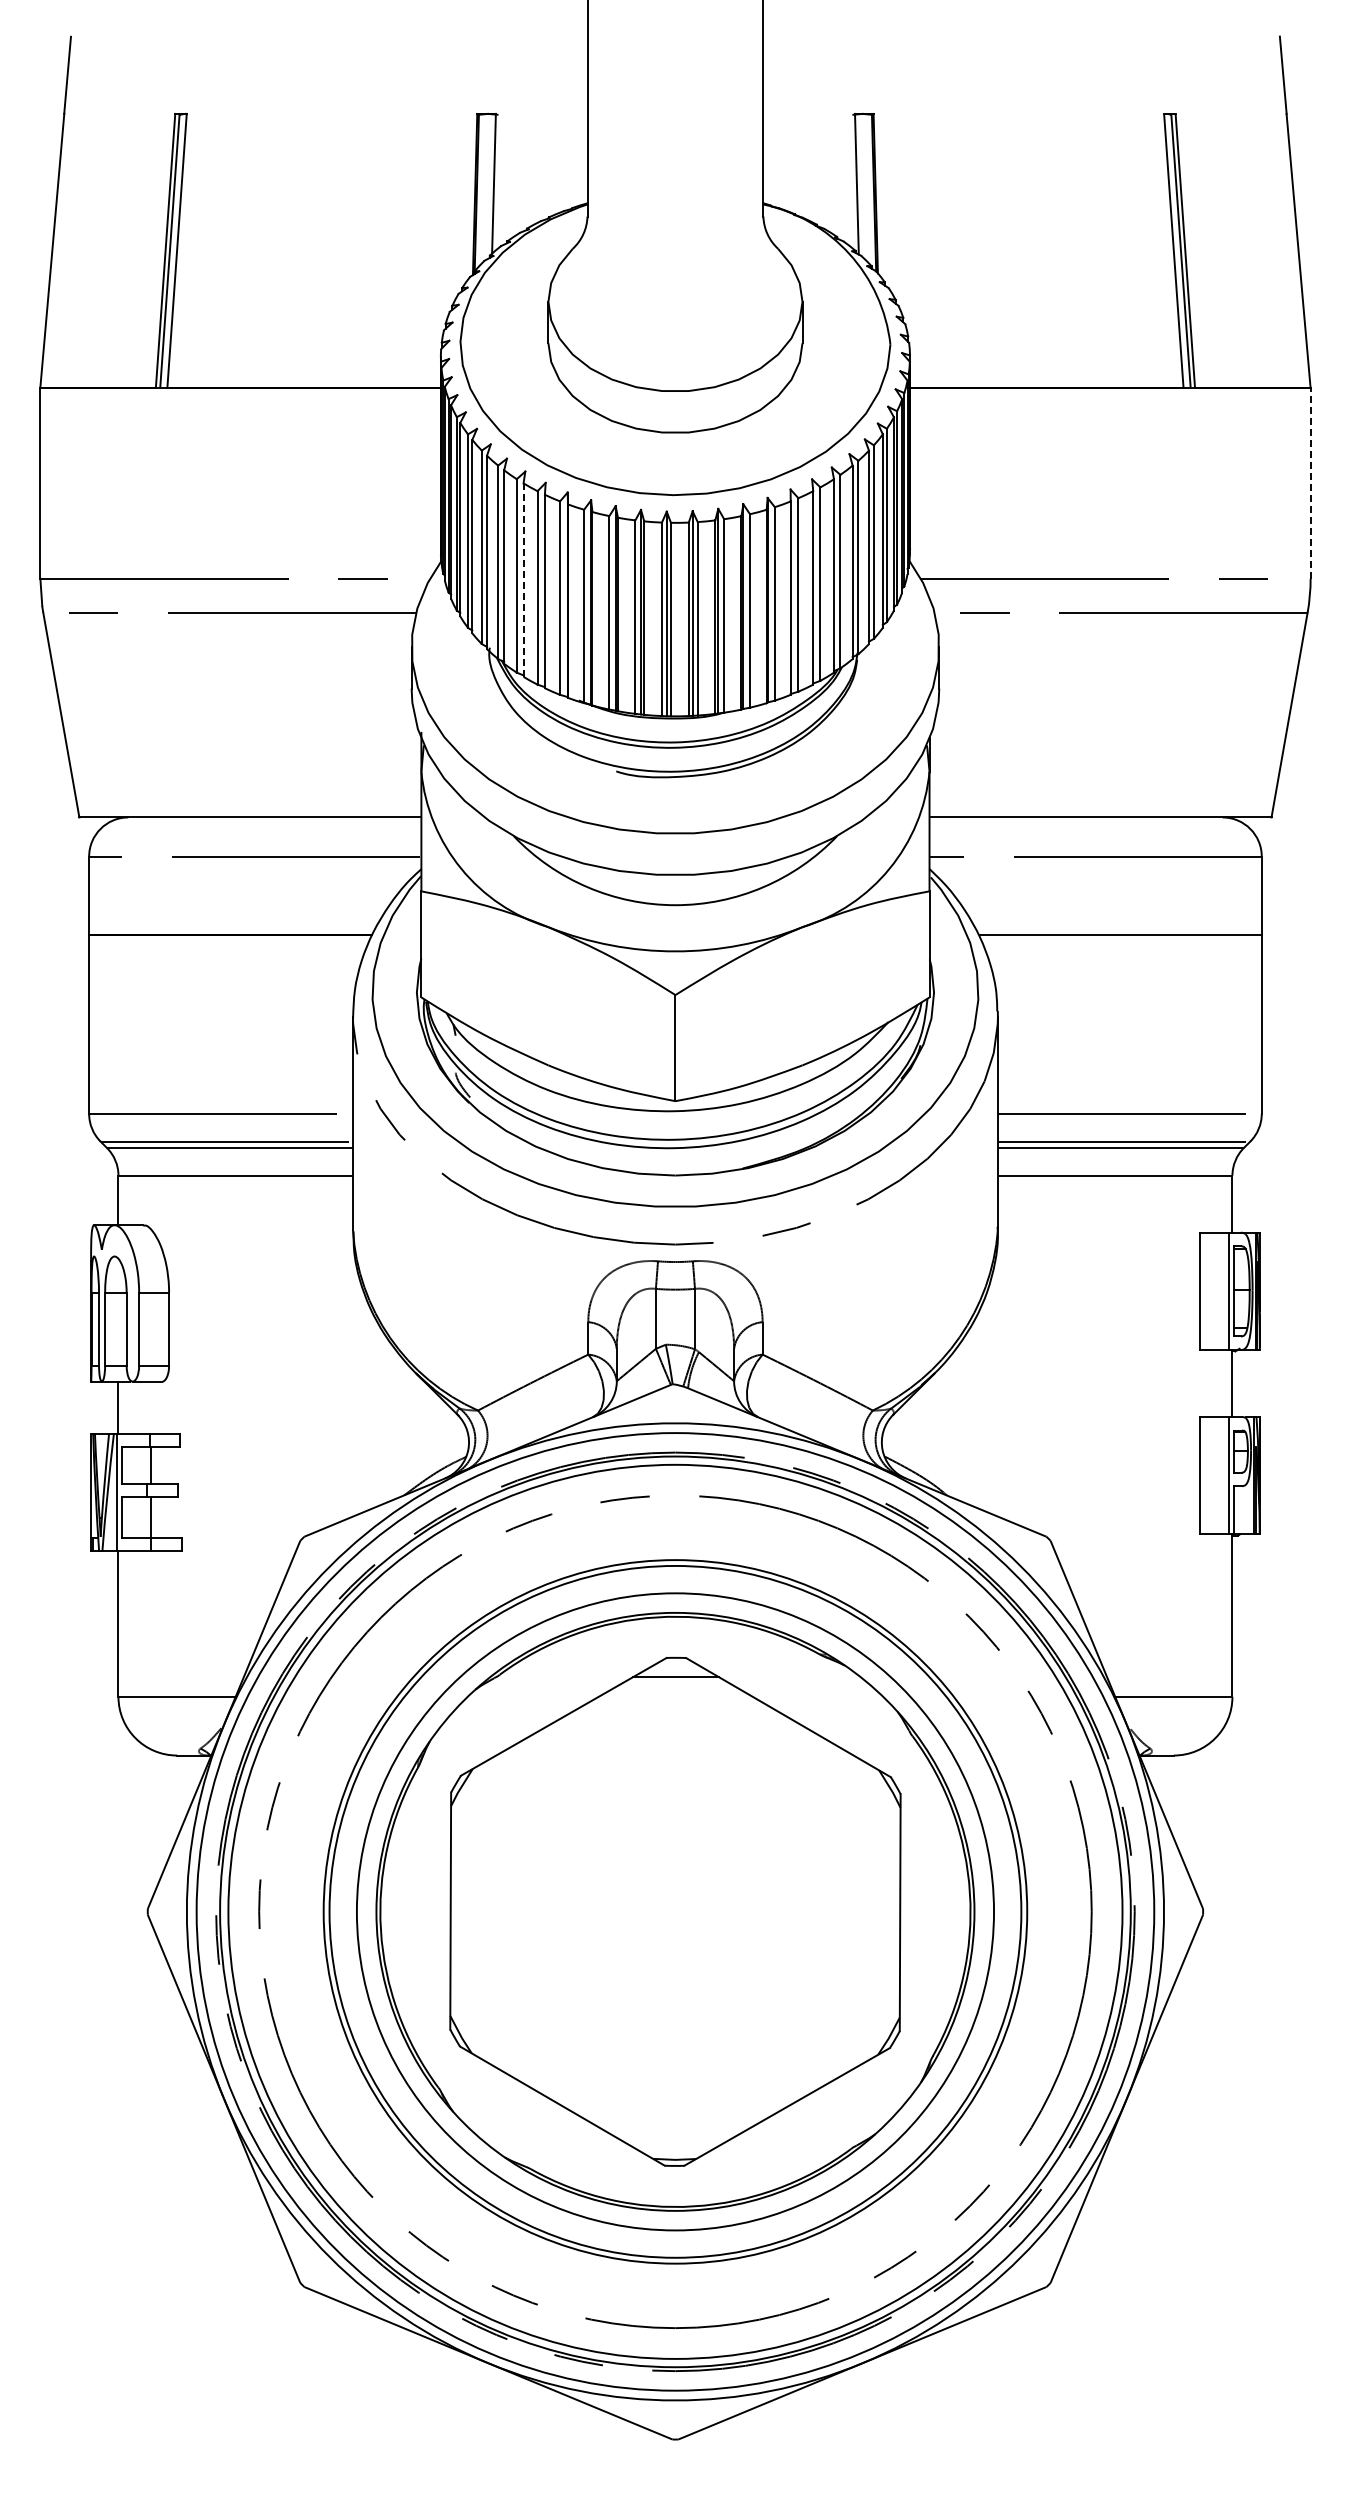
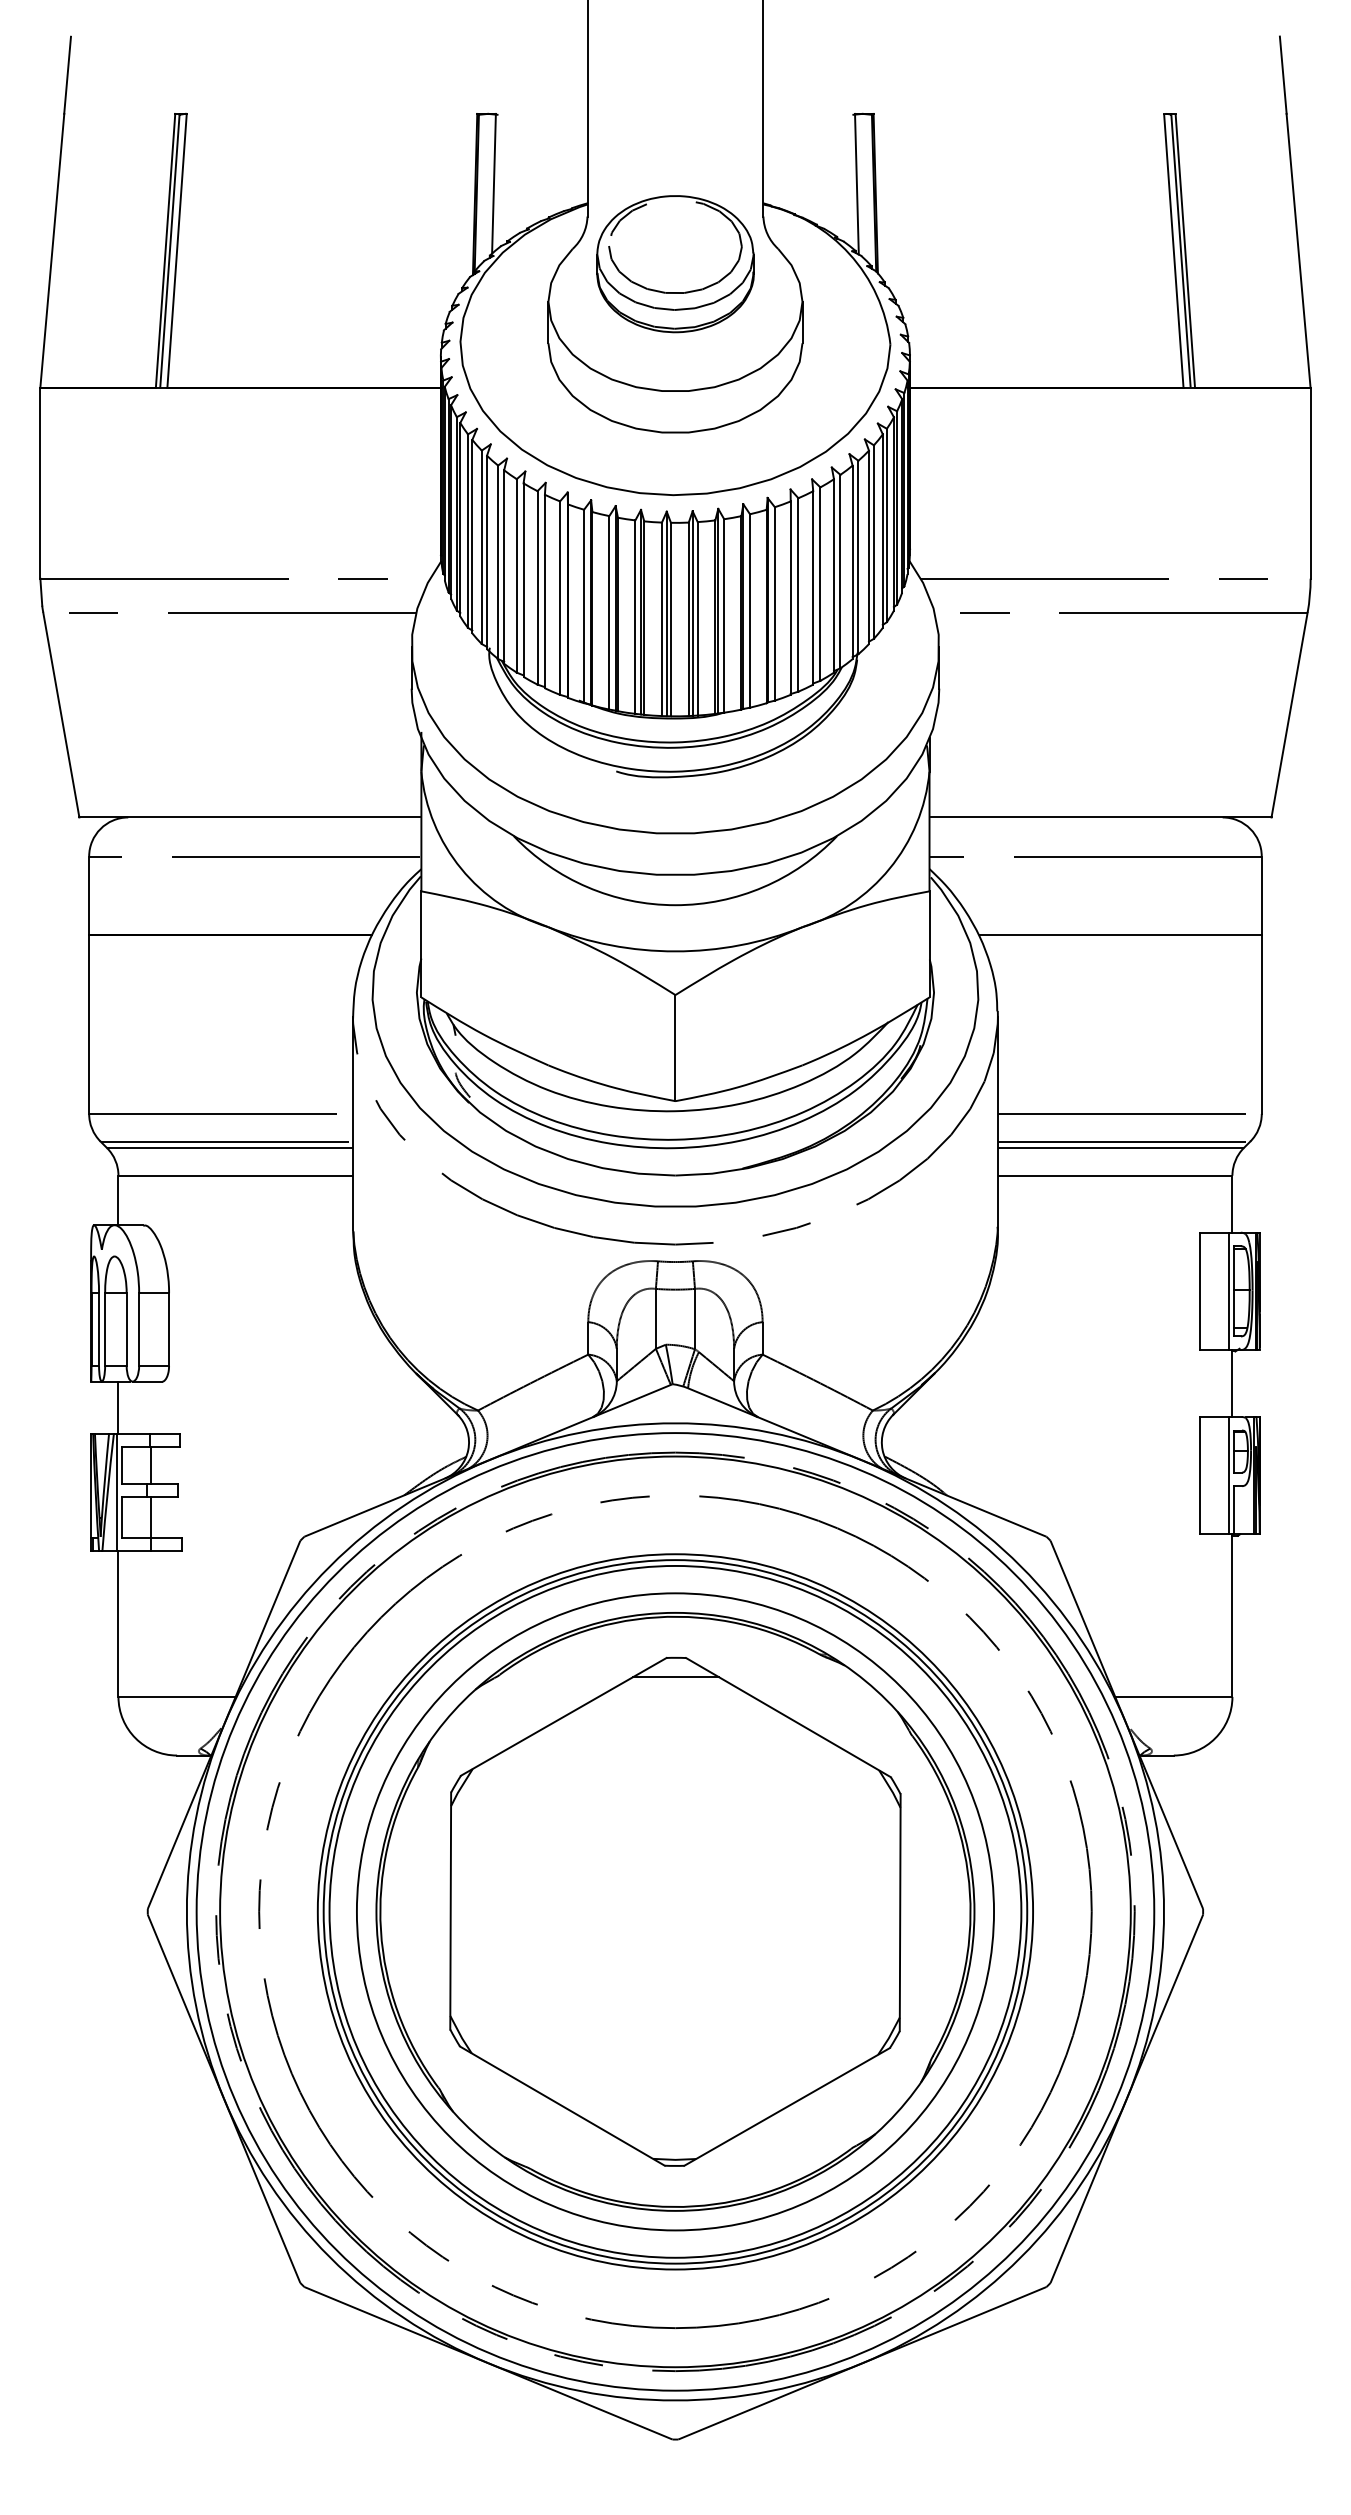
part at (675, 264): none -> present
line at (1310, 483): dashed -> solid
line at (523, 580): dashed -> solid
circle at (675, 1911) diameter: 894 px -> 715 px
